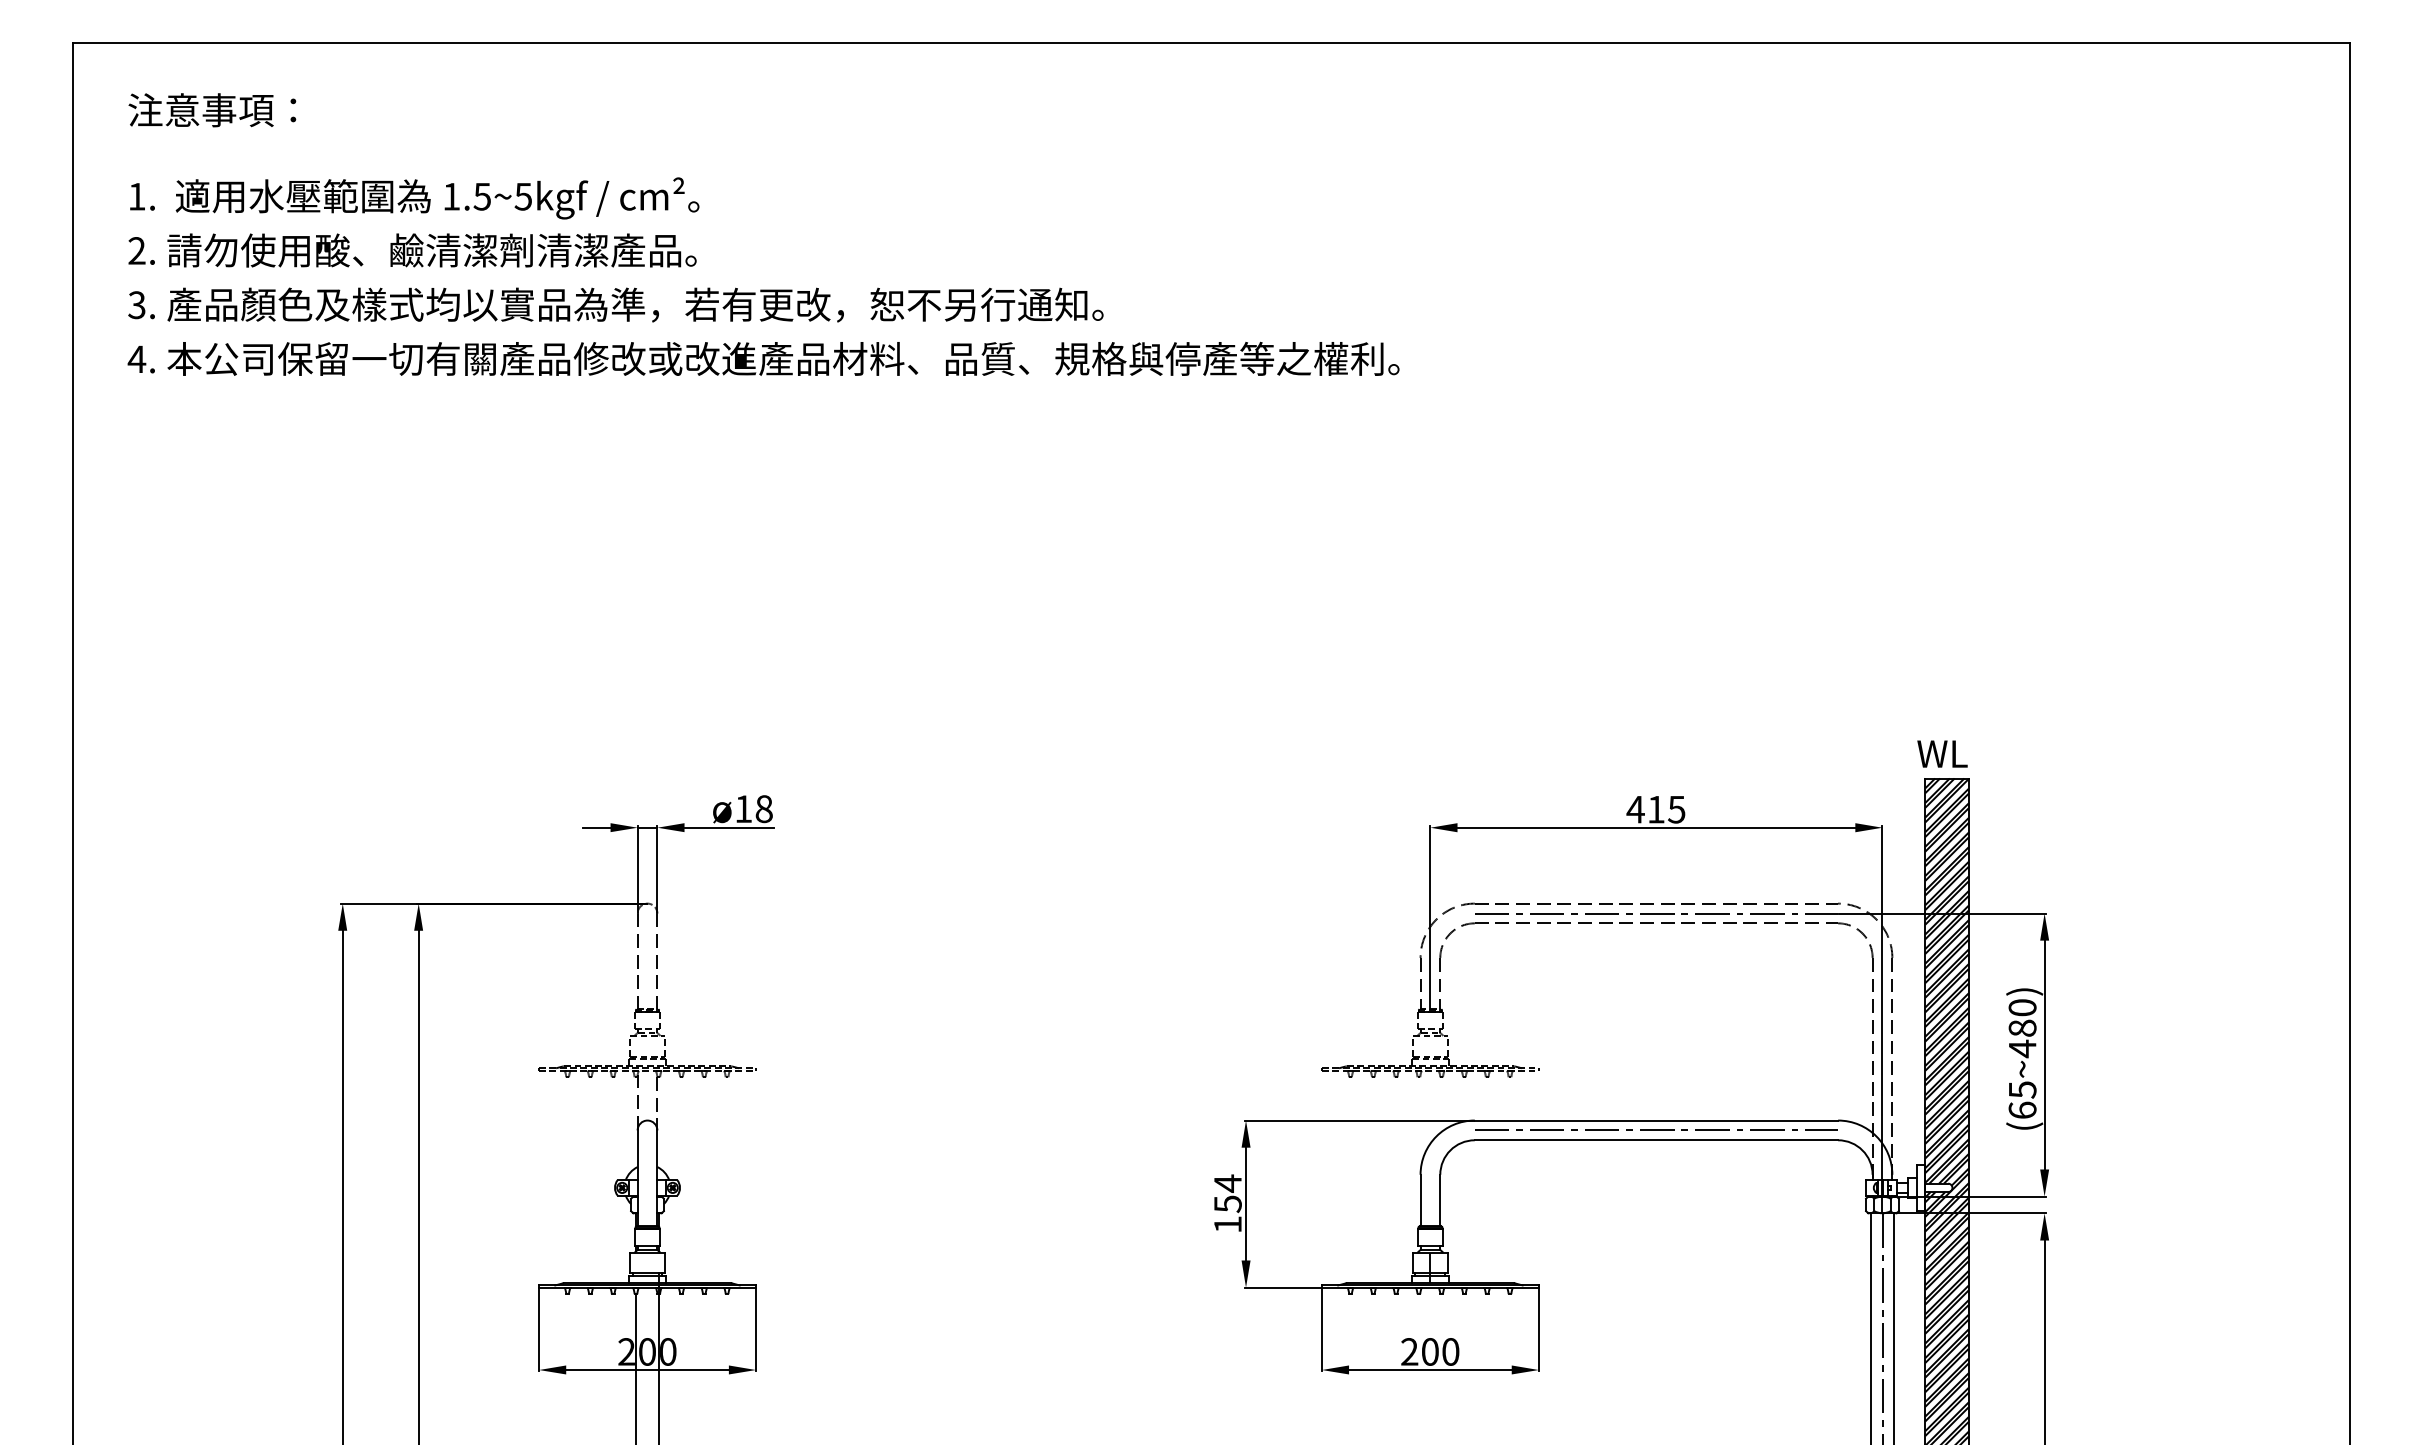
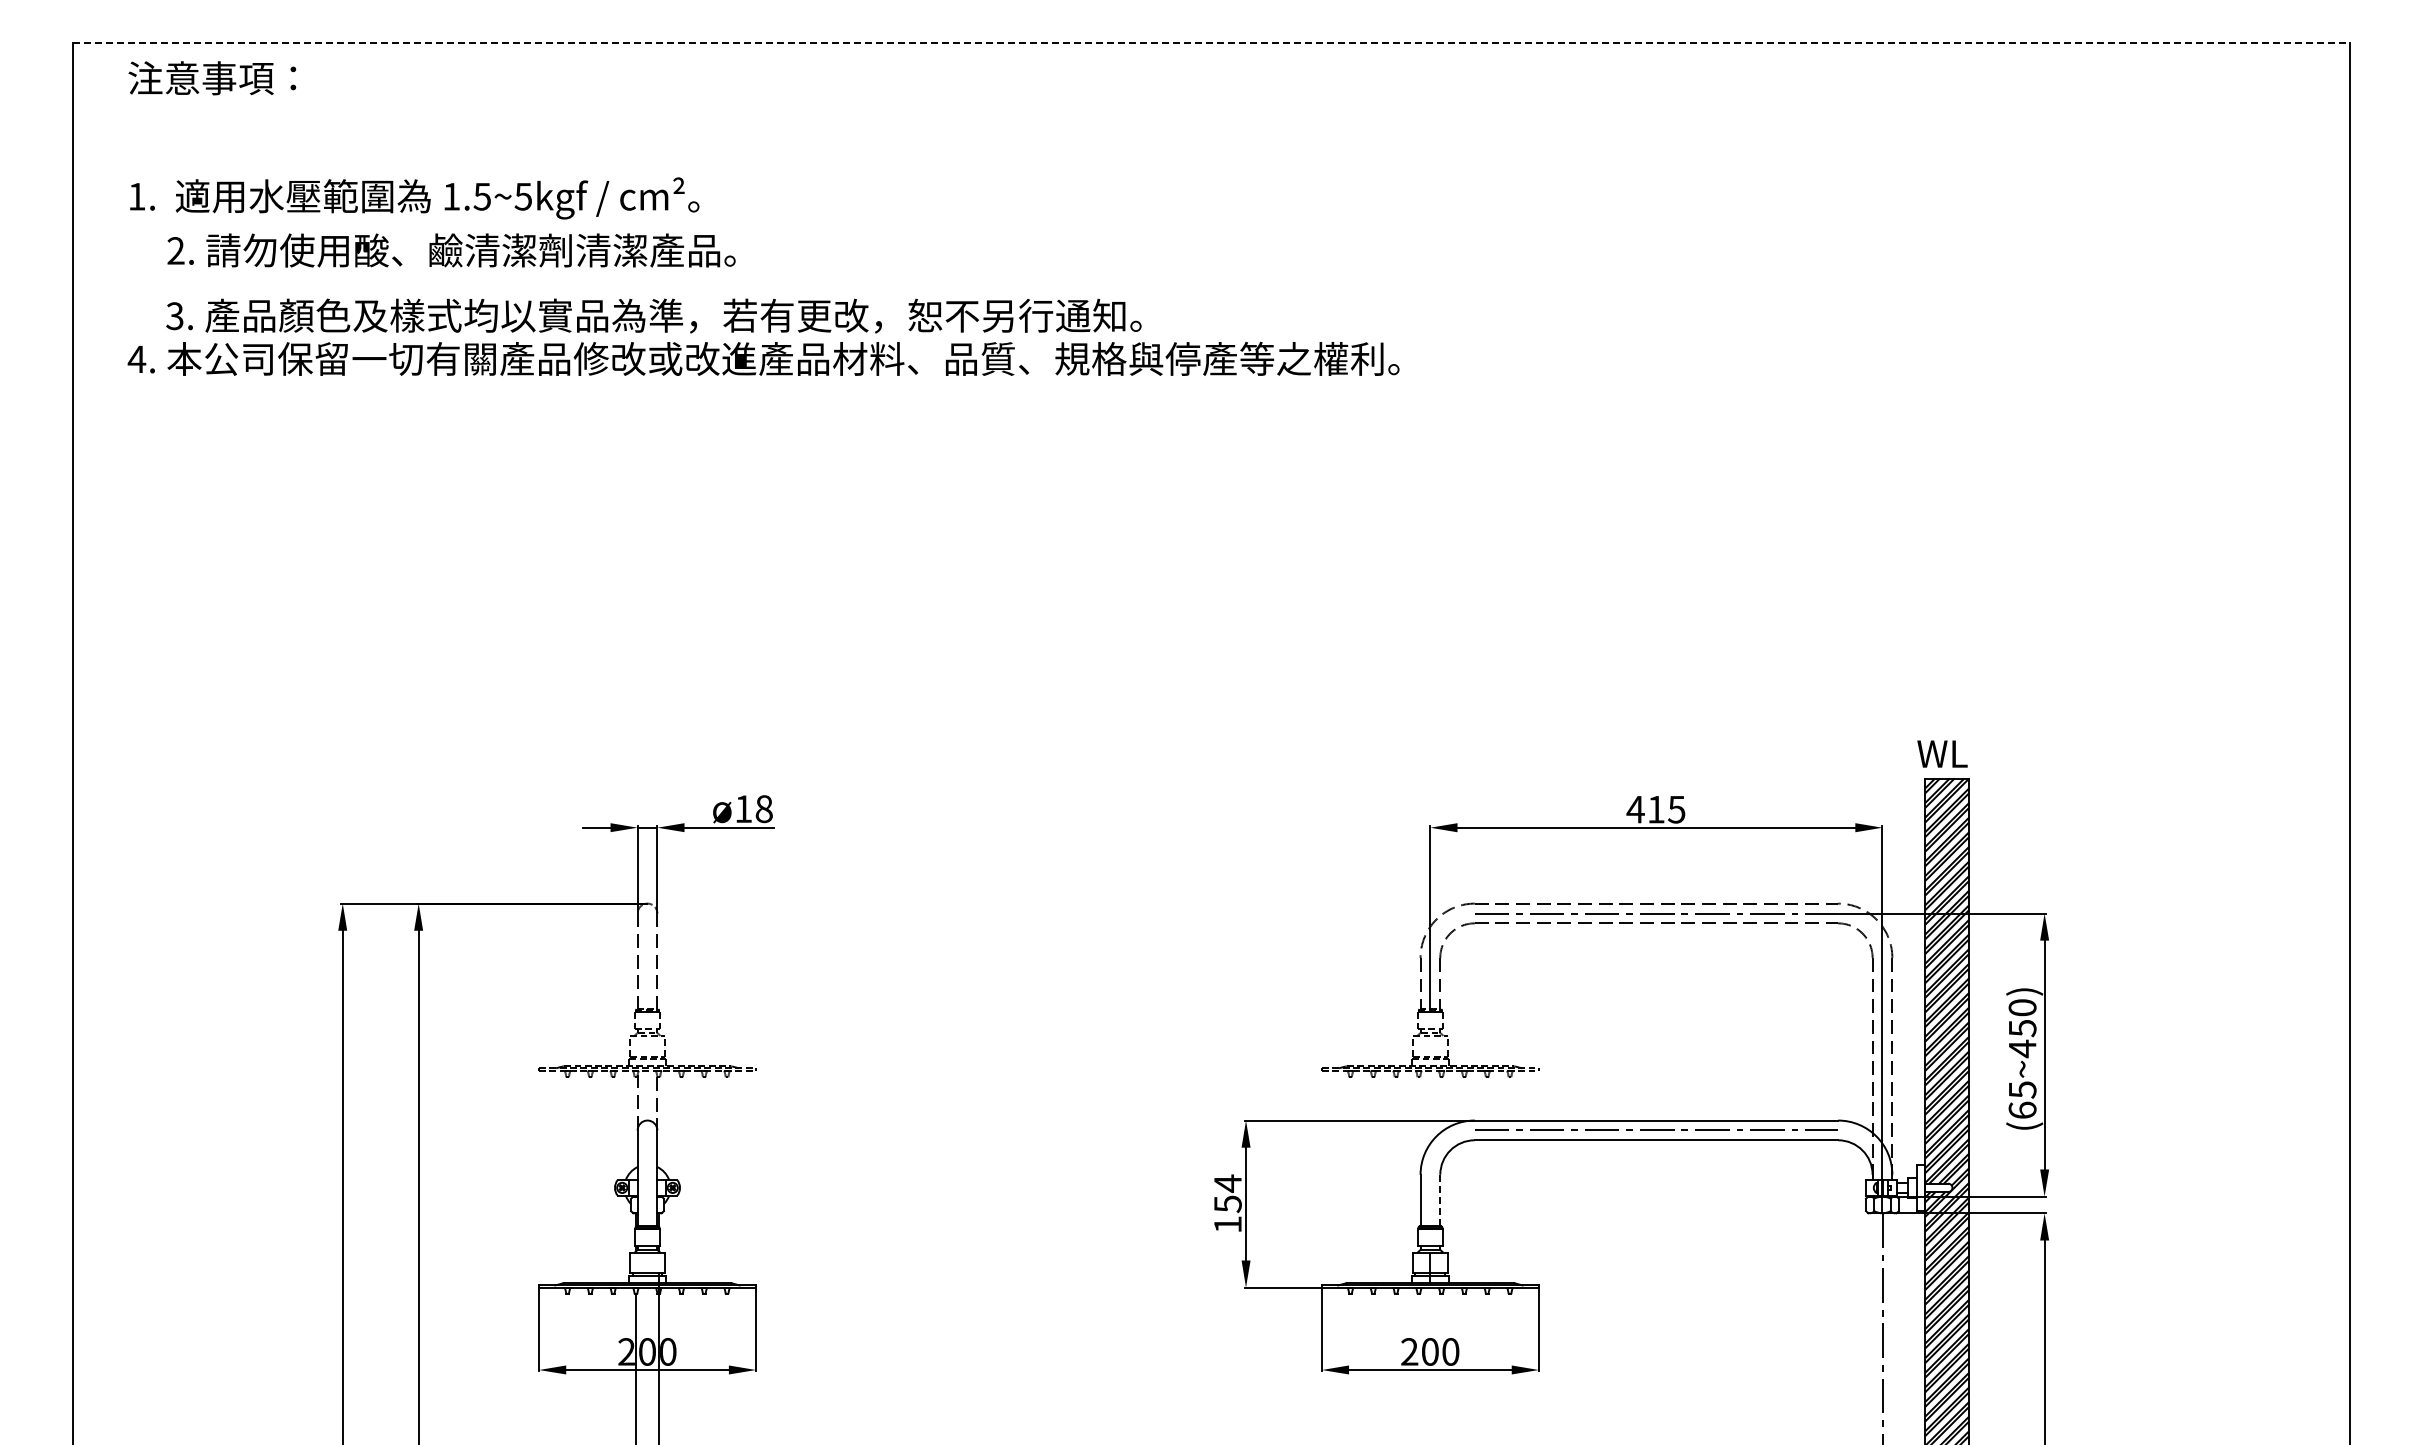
line at (1211, 43): solid -> dashed
text at (212, 110) position: (212, 110) -> (212, 78)
text at (412, 250) position: (412, 250) -> (451, 250)
text at (615, 304) position: (615, 304) -> (653, 315)
text at (2022, 1028): (65~480) -> (65~450)
line at (1440, 1200): solid -> dashed
line at (1871, 1327): present -> none
line at (1893, 1327): present -> none
